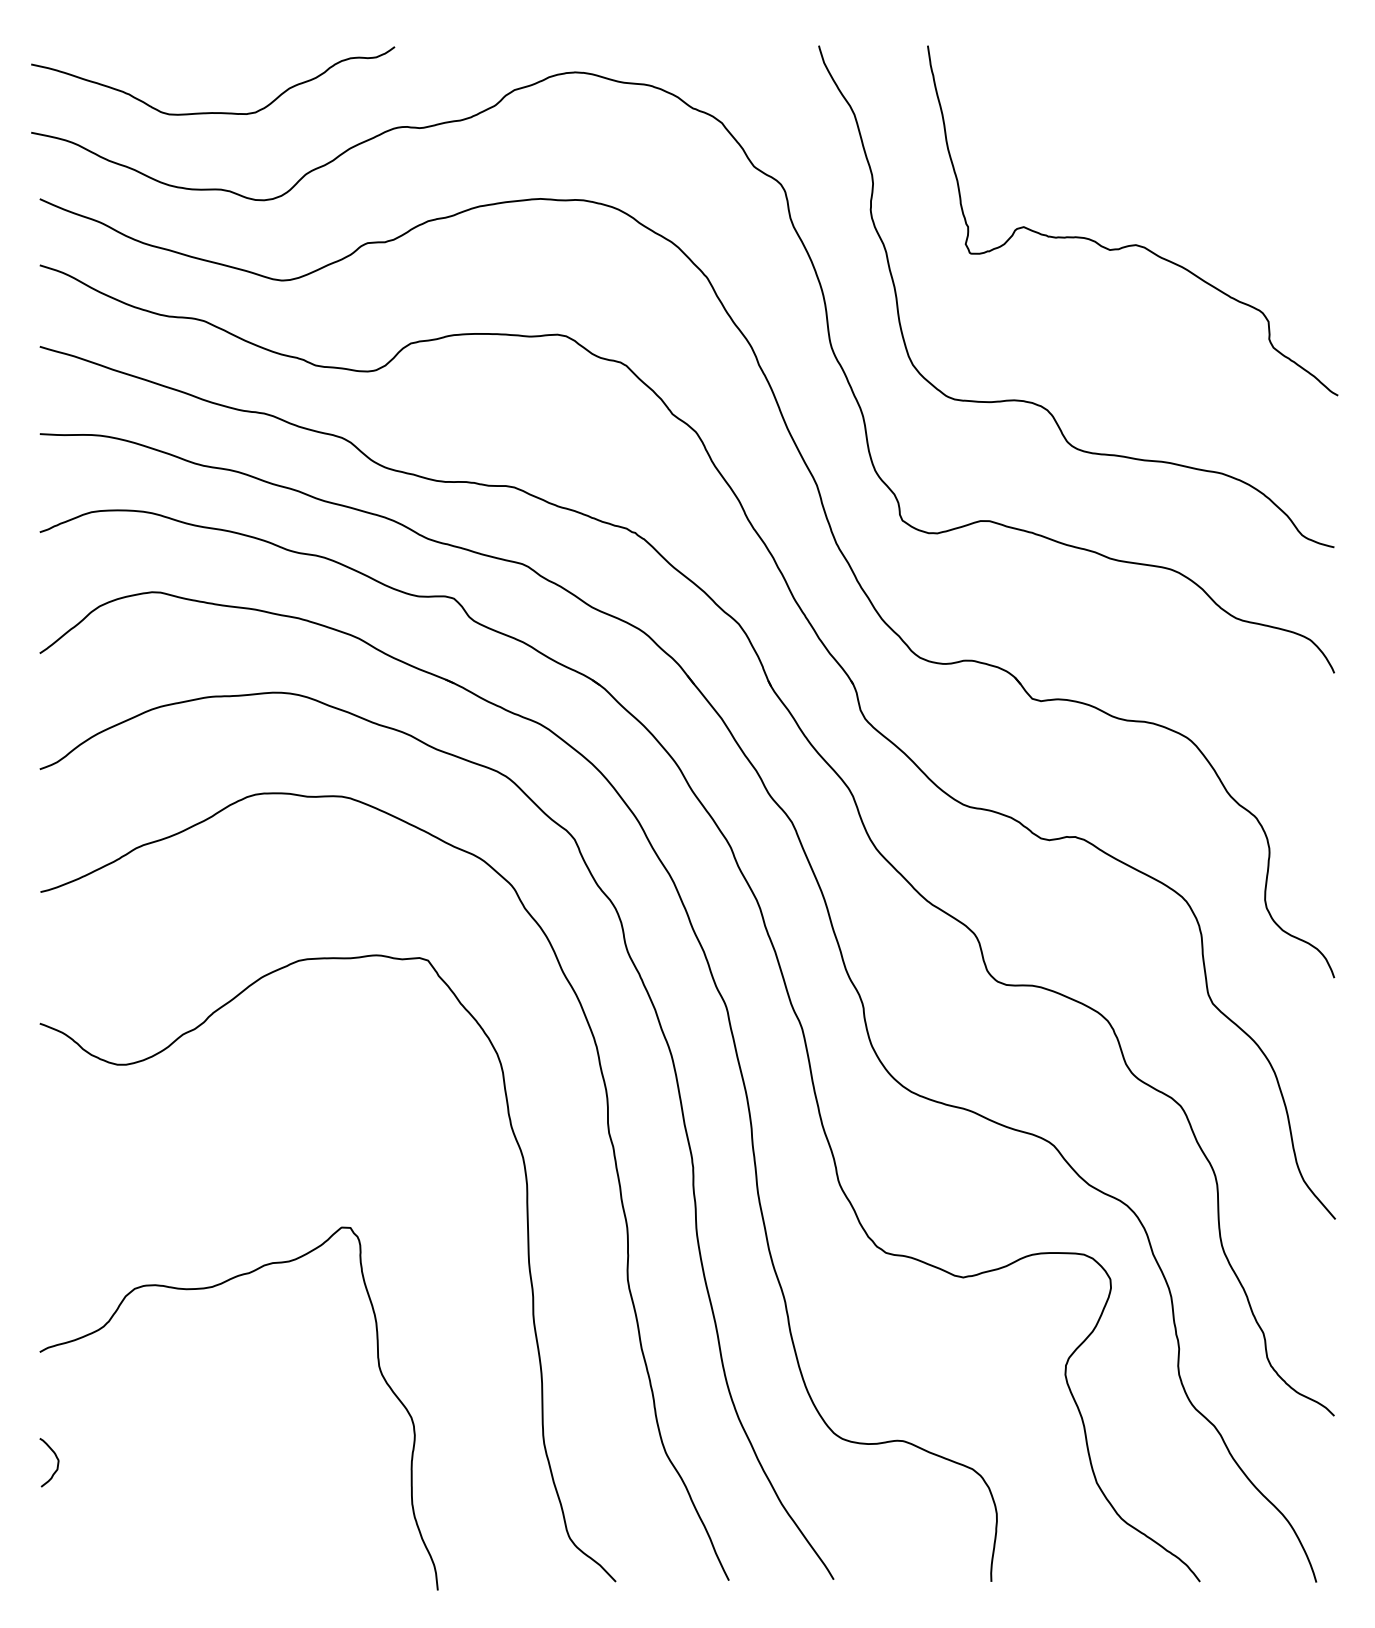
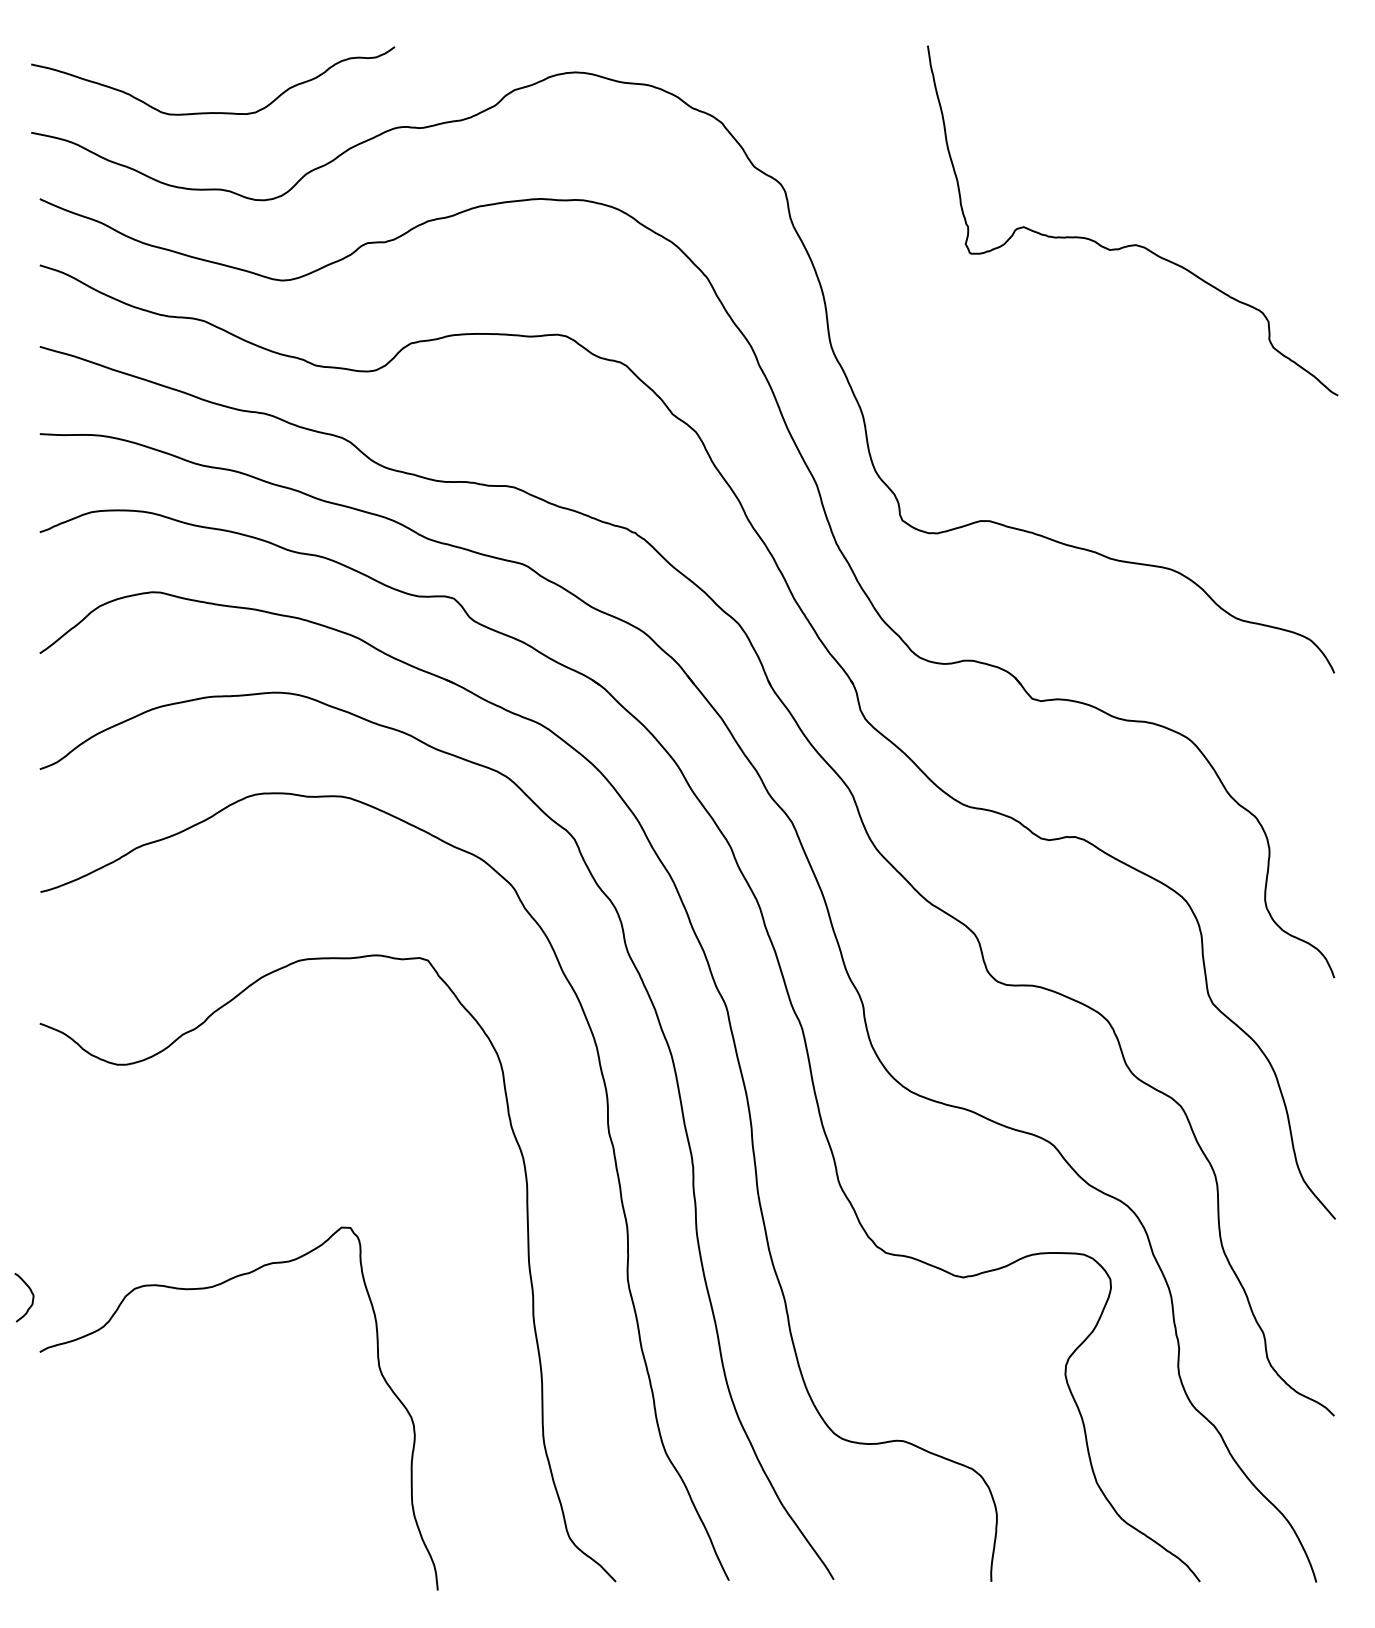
curve at (1034, 402): present -> none
curve at (57, 1462) position: (57, 1462) -> (32, 1297)
